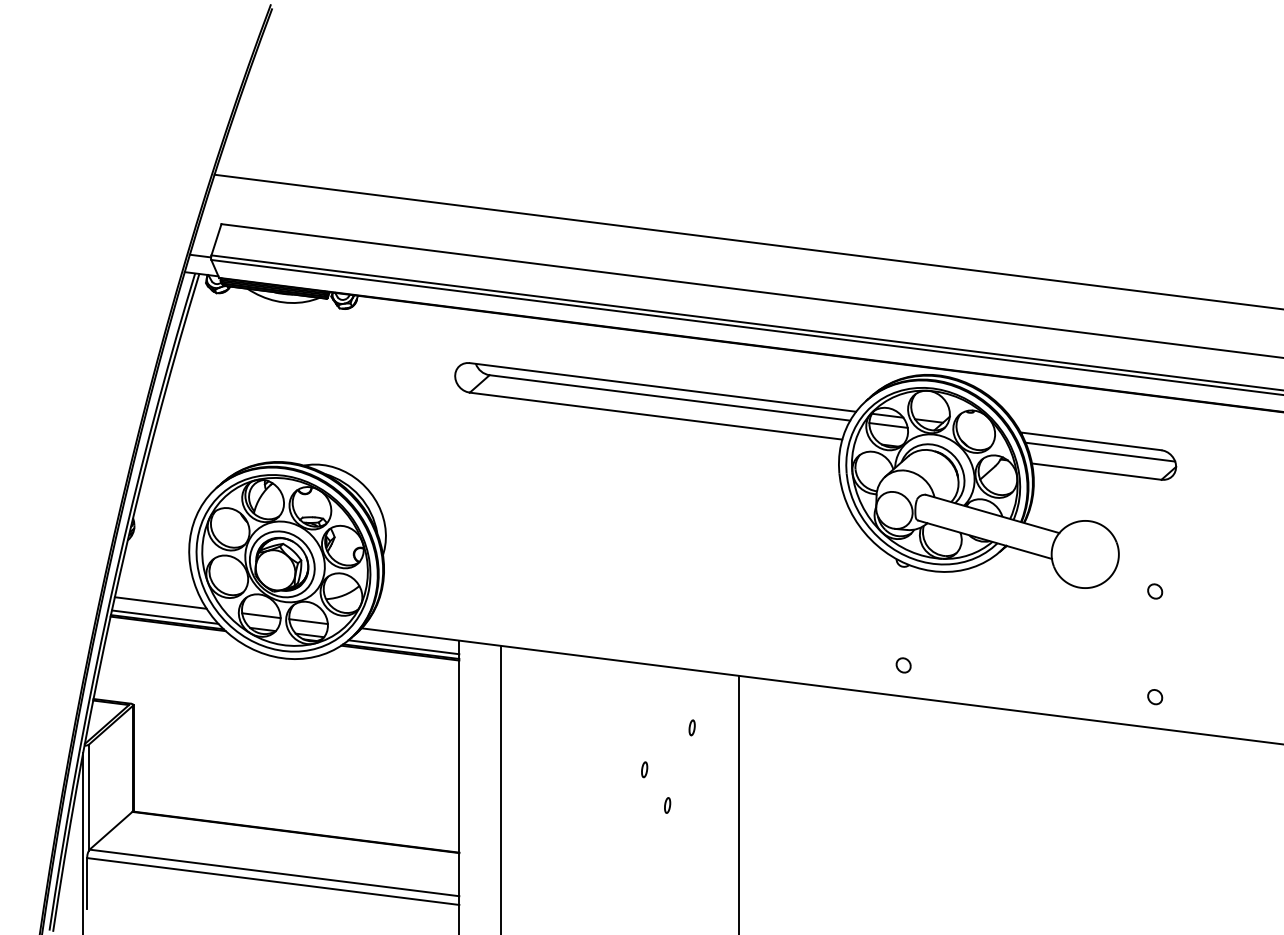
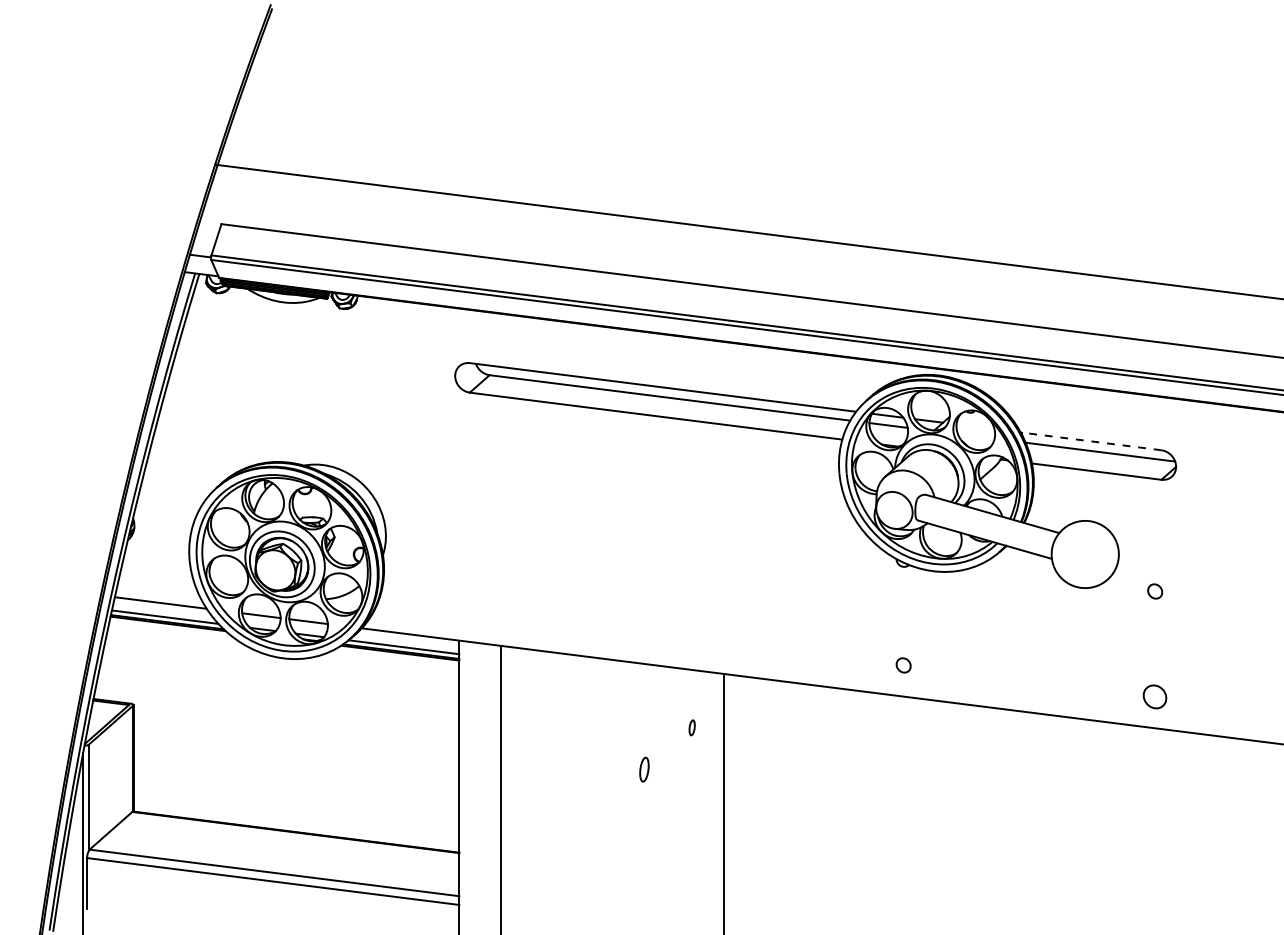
line at (747, 241) position: (747, 241) -> (747, 231)
line at (1091, 441): solid -> dashed
part at (1155, 697) size: 17x17 px -> 26x26 px
part at (644, 769) size: 8x18 px -> 11x27 px
line at (738, 803) position: (738, 803) -> (723, 803)
part at (667, 805): present -> none
